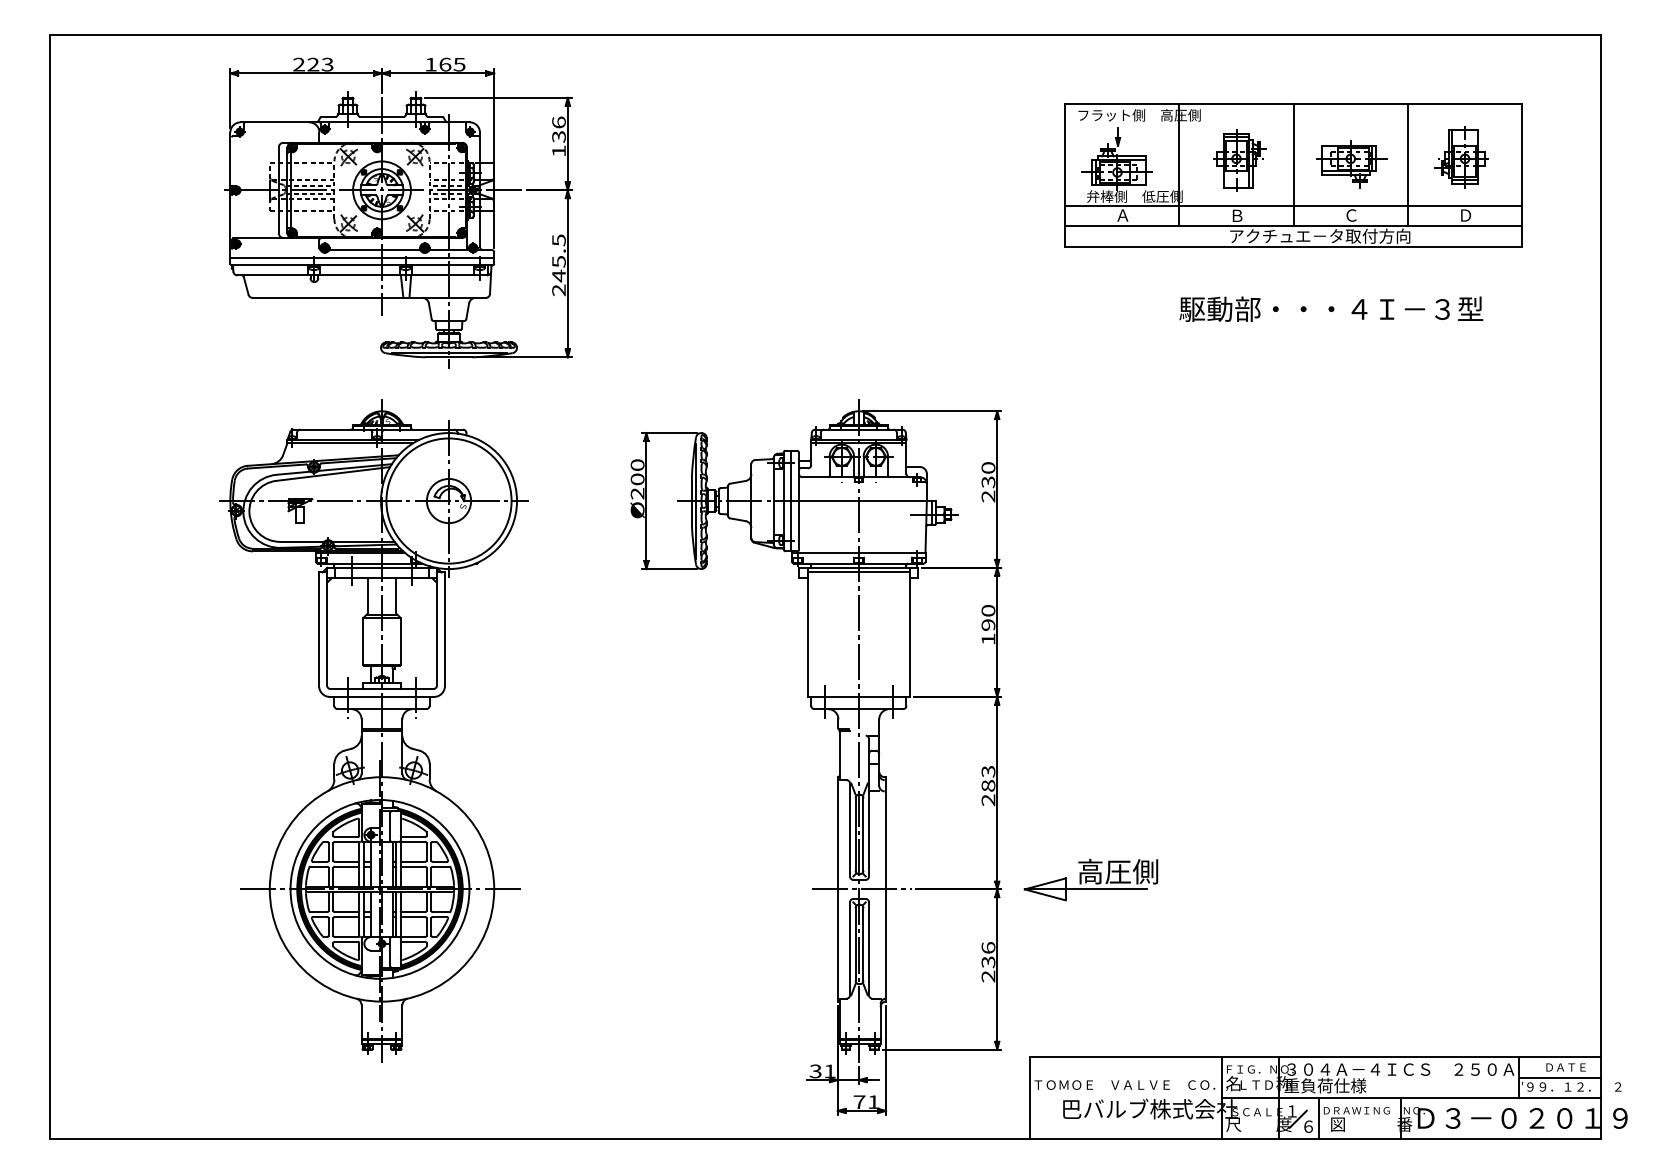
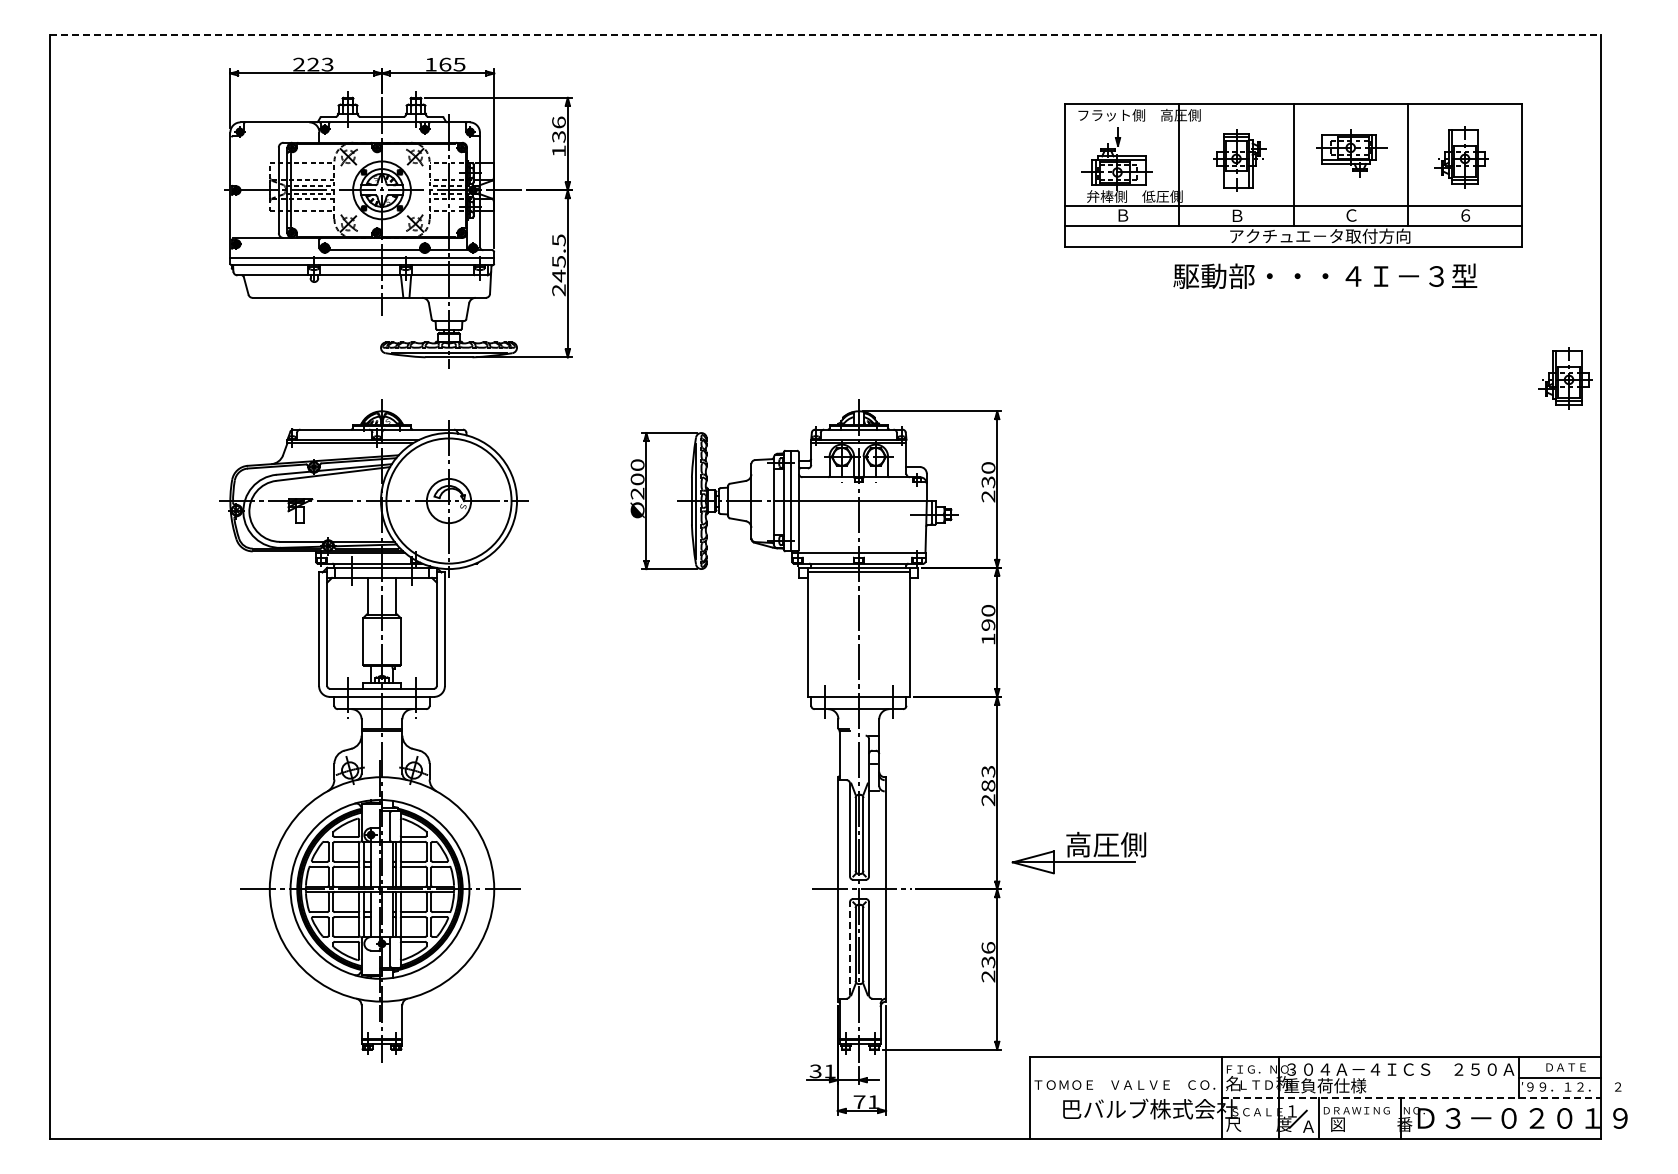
line at (826, 35): solid -> dashed
part at (1351, 164) position: (1351, 164) -> (1351, 153)
text at (1122, 215): Ａ -> Ｂ
text at (1465, 215): Ｄ -> ６
text at (1331, 308) position: (1331, 308) -> (1325, 275)
part at (1565, 378): none -> present
part at (1090, 879) position: (1090, 879) -> (1078, 852)
line at (850, 948): solid -> dashed
line at (1411, 1098): solid -> dashed
text at (1308, 1126): ６ -> Ａ
